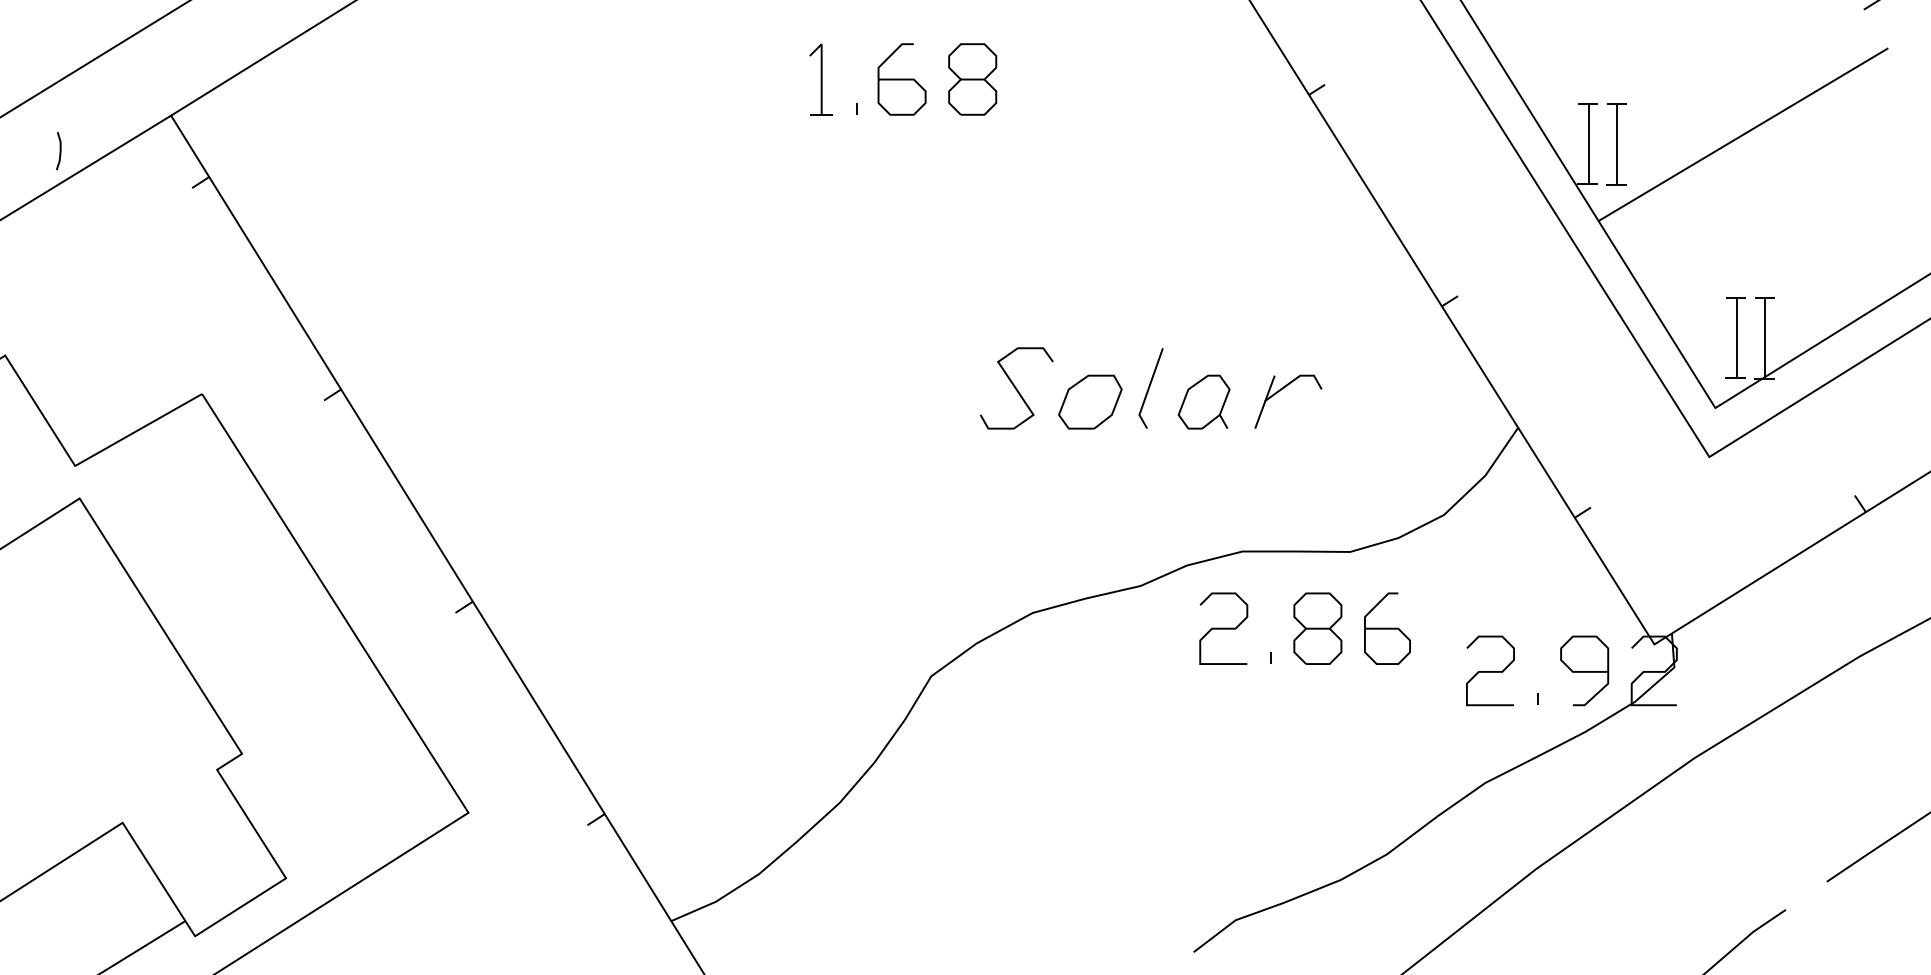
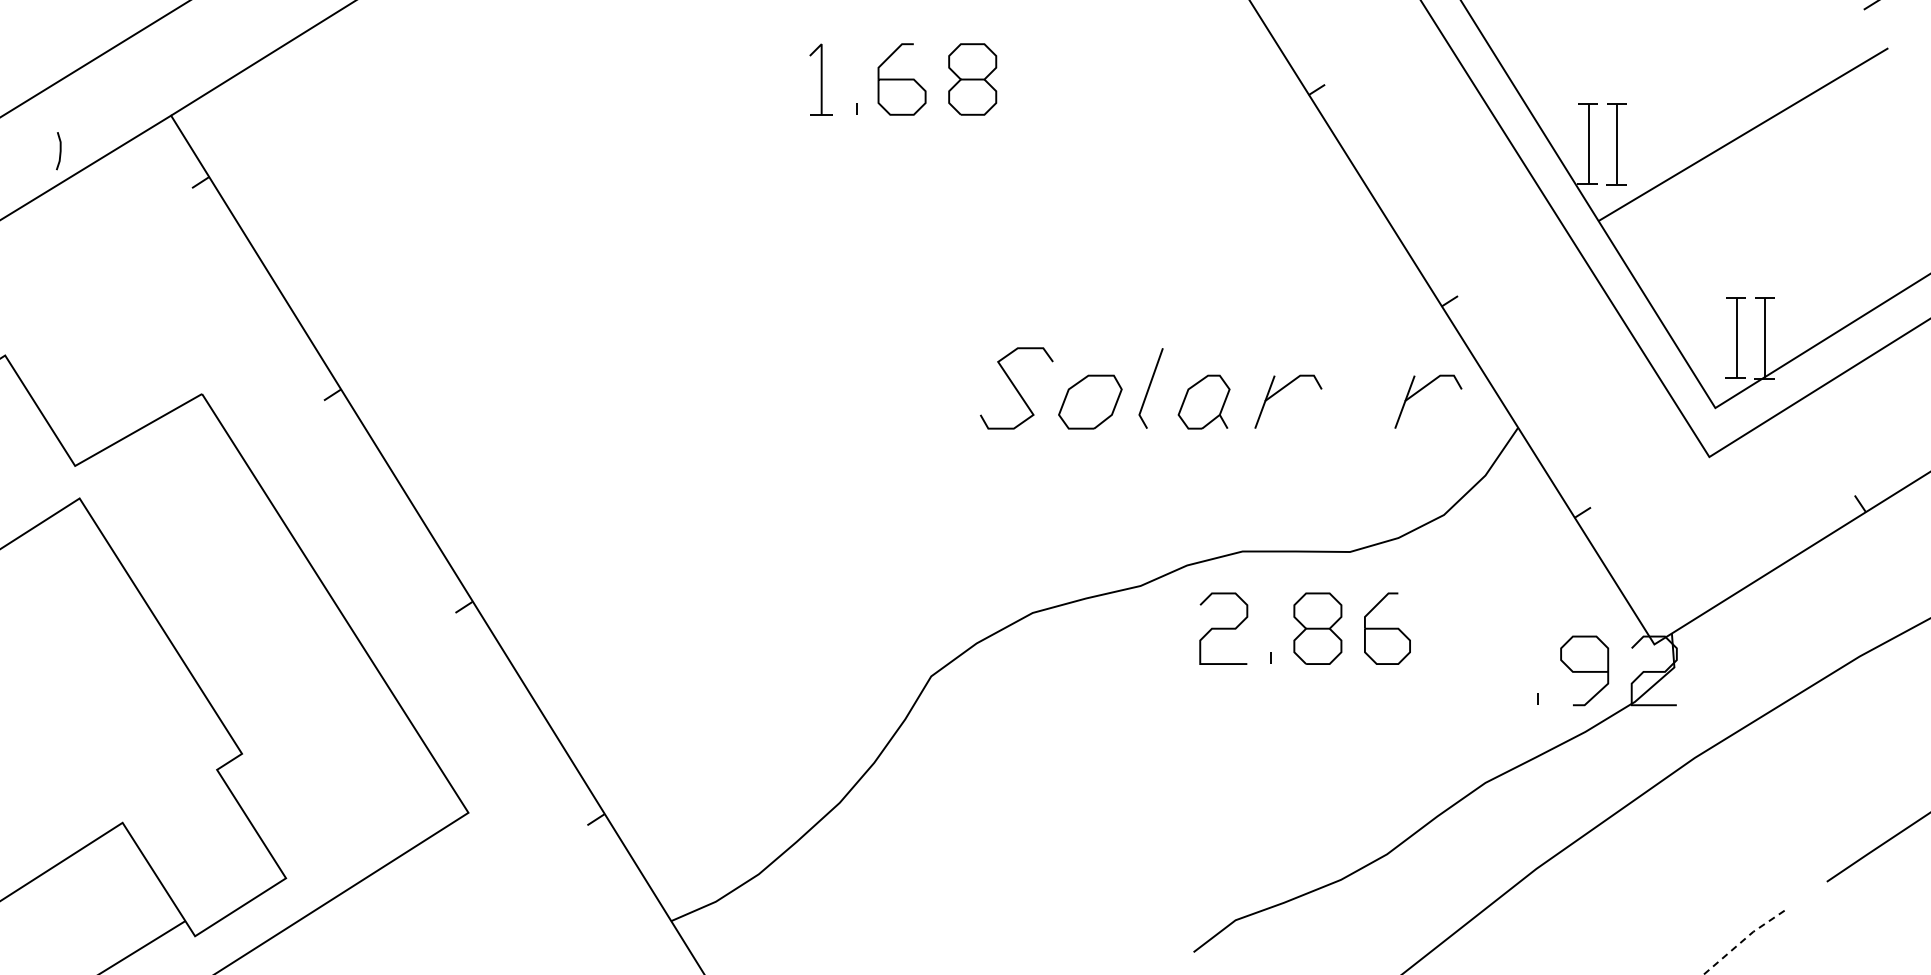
part at (1420, 391): none -> present
curve at (1490, 671): present -> none
line at (1744, 939): solid -> dashed
